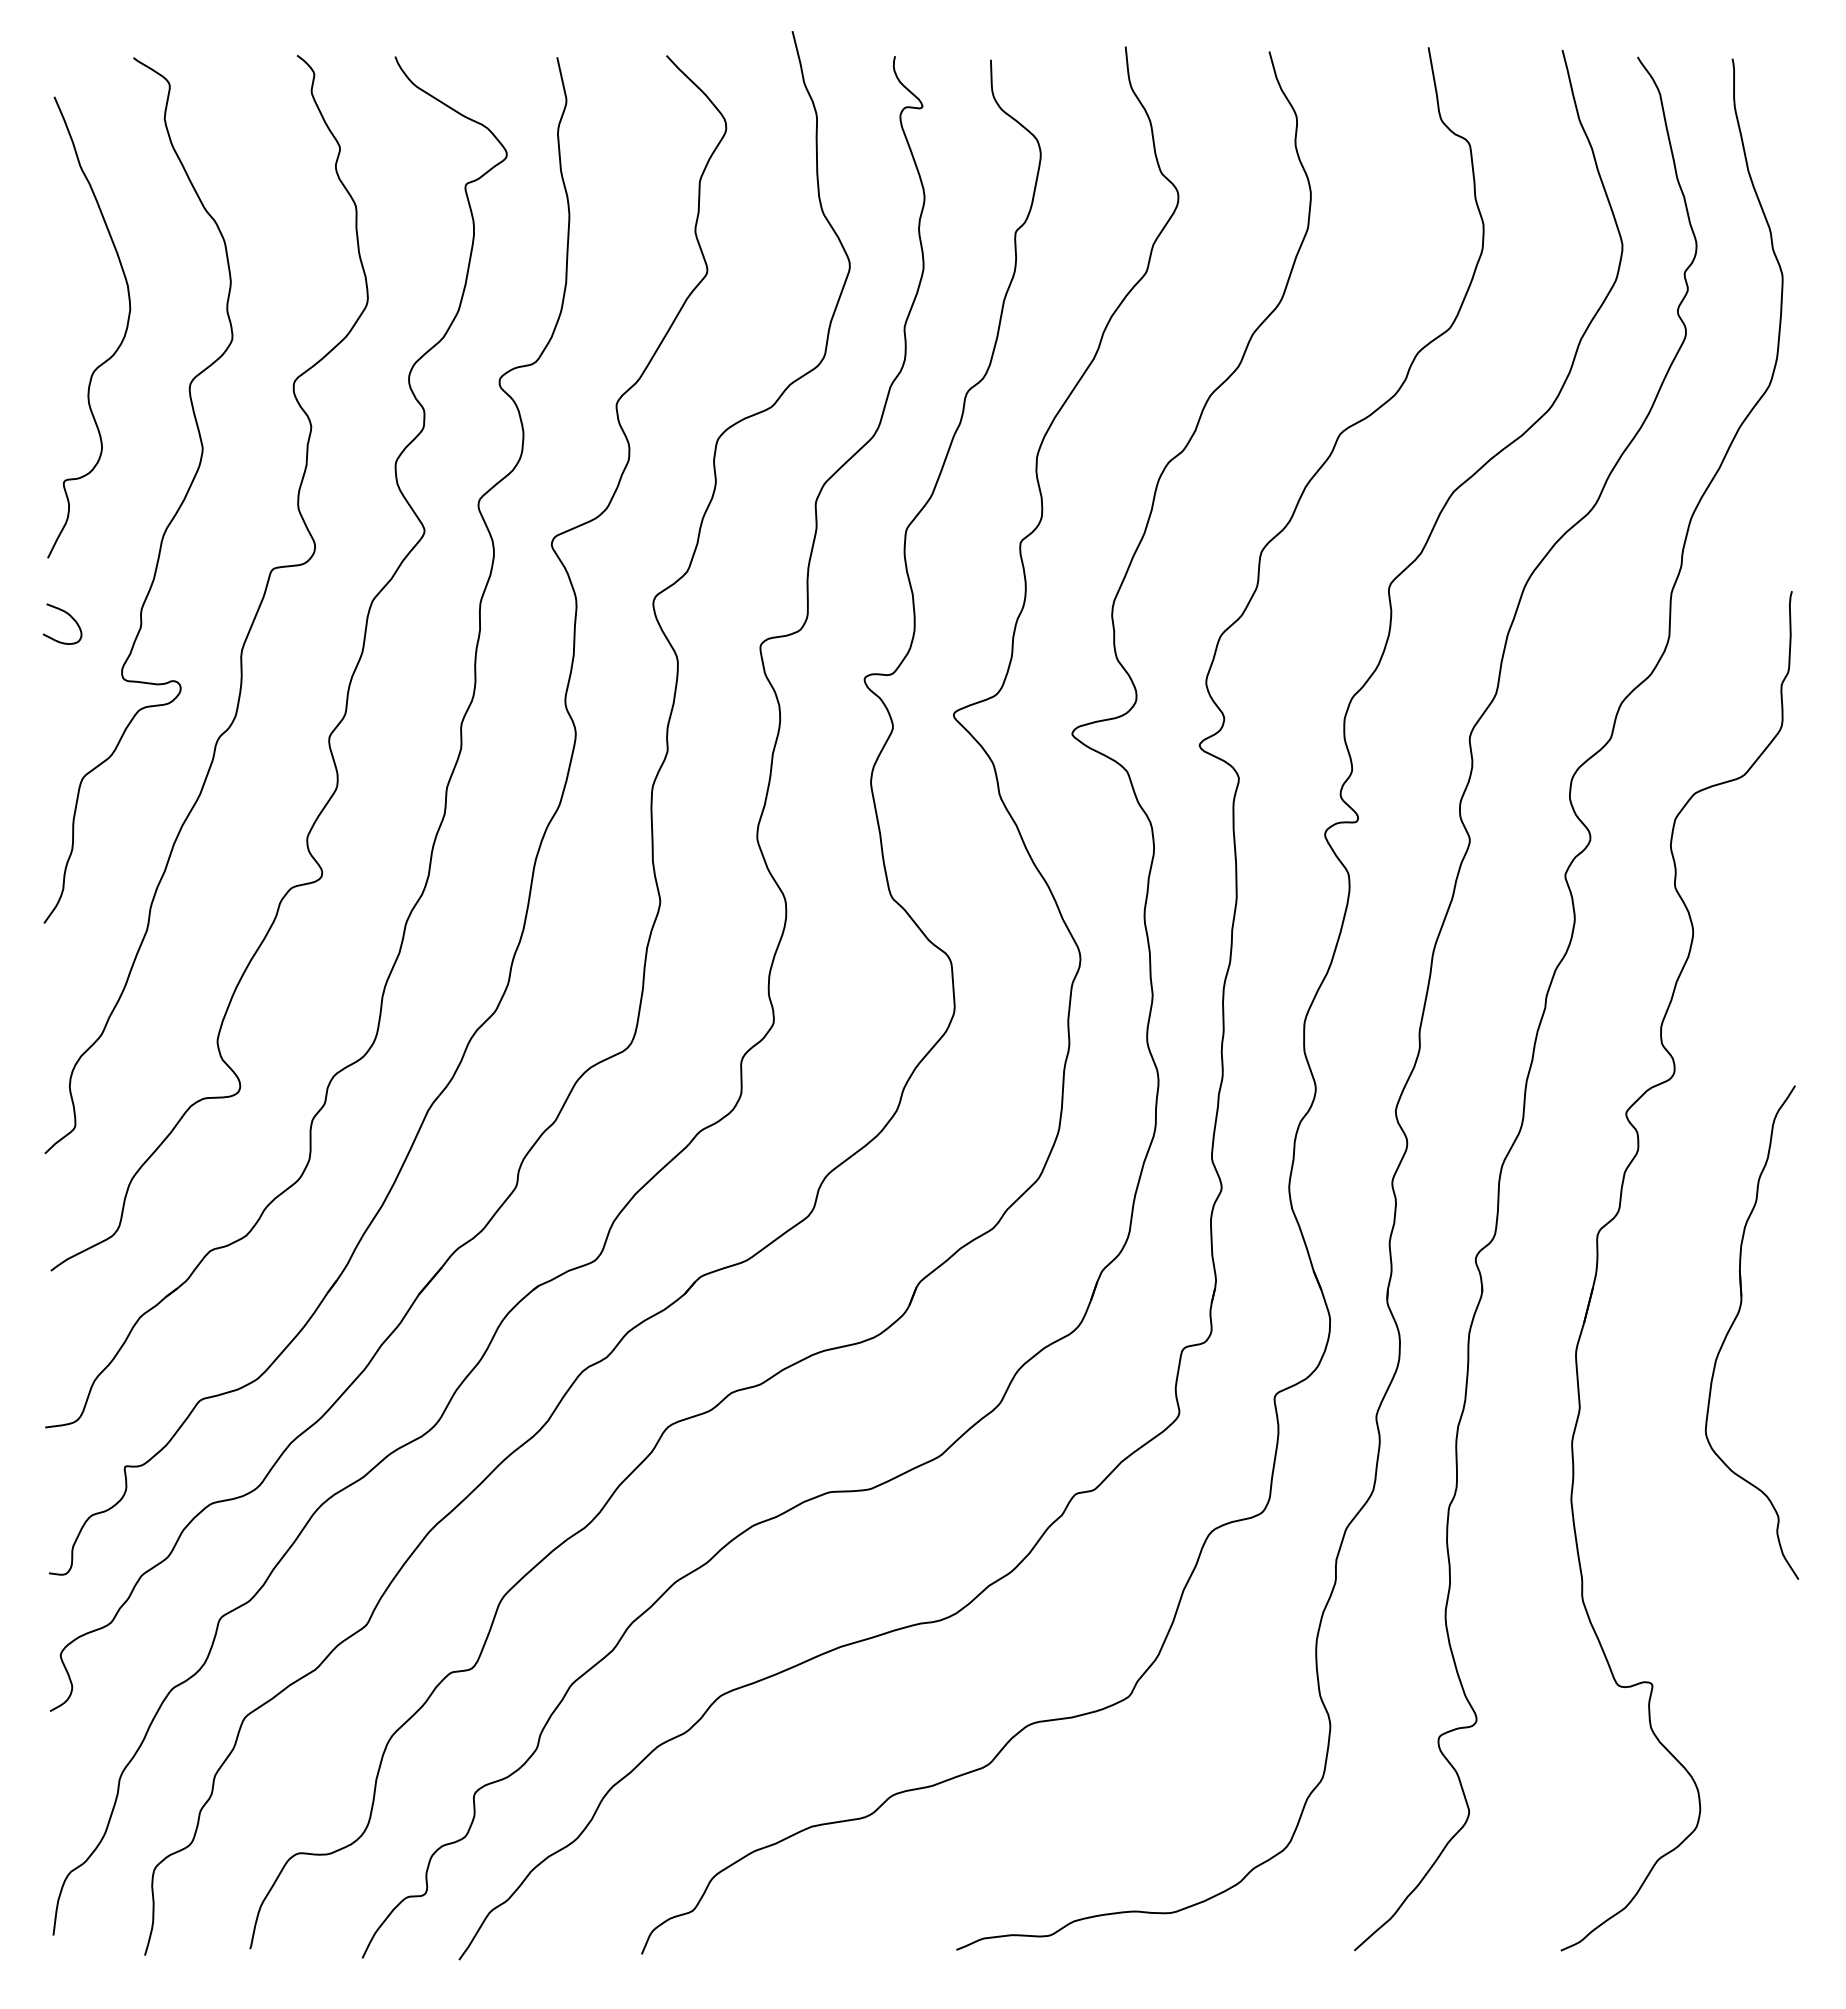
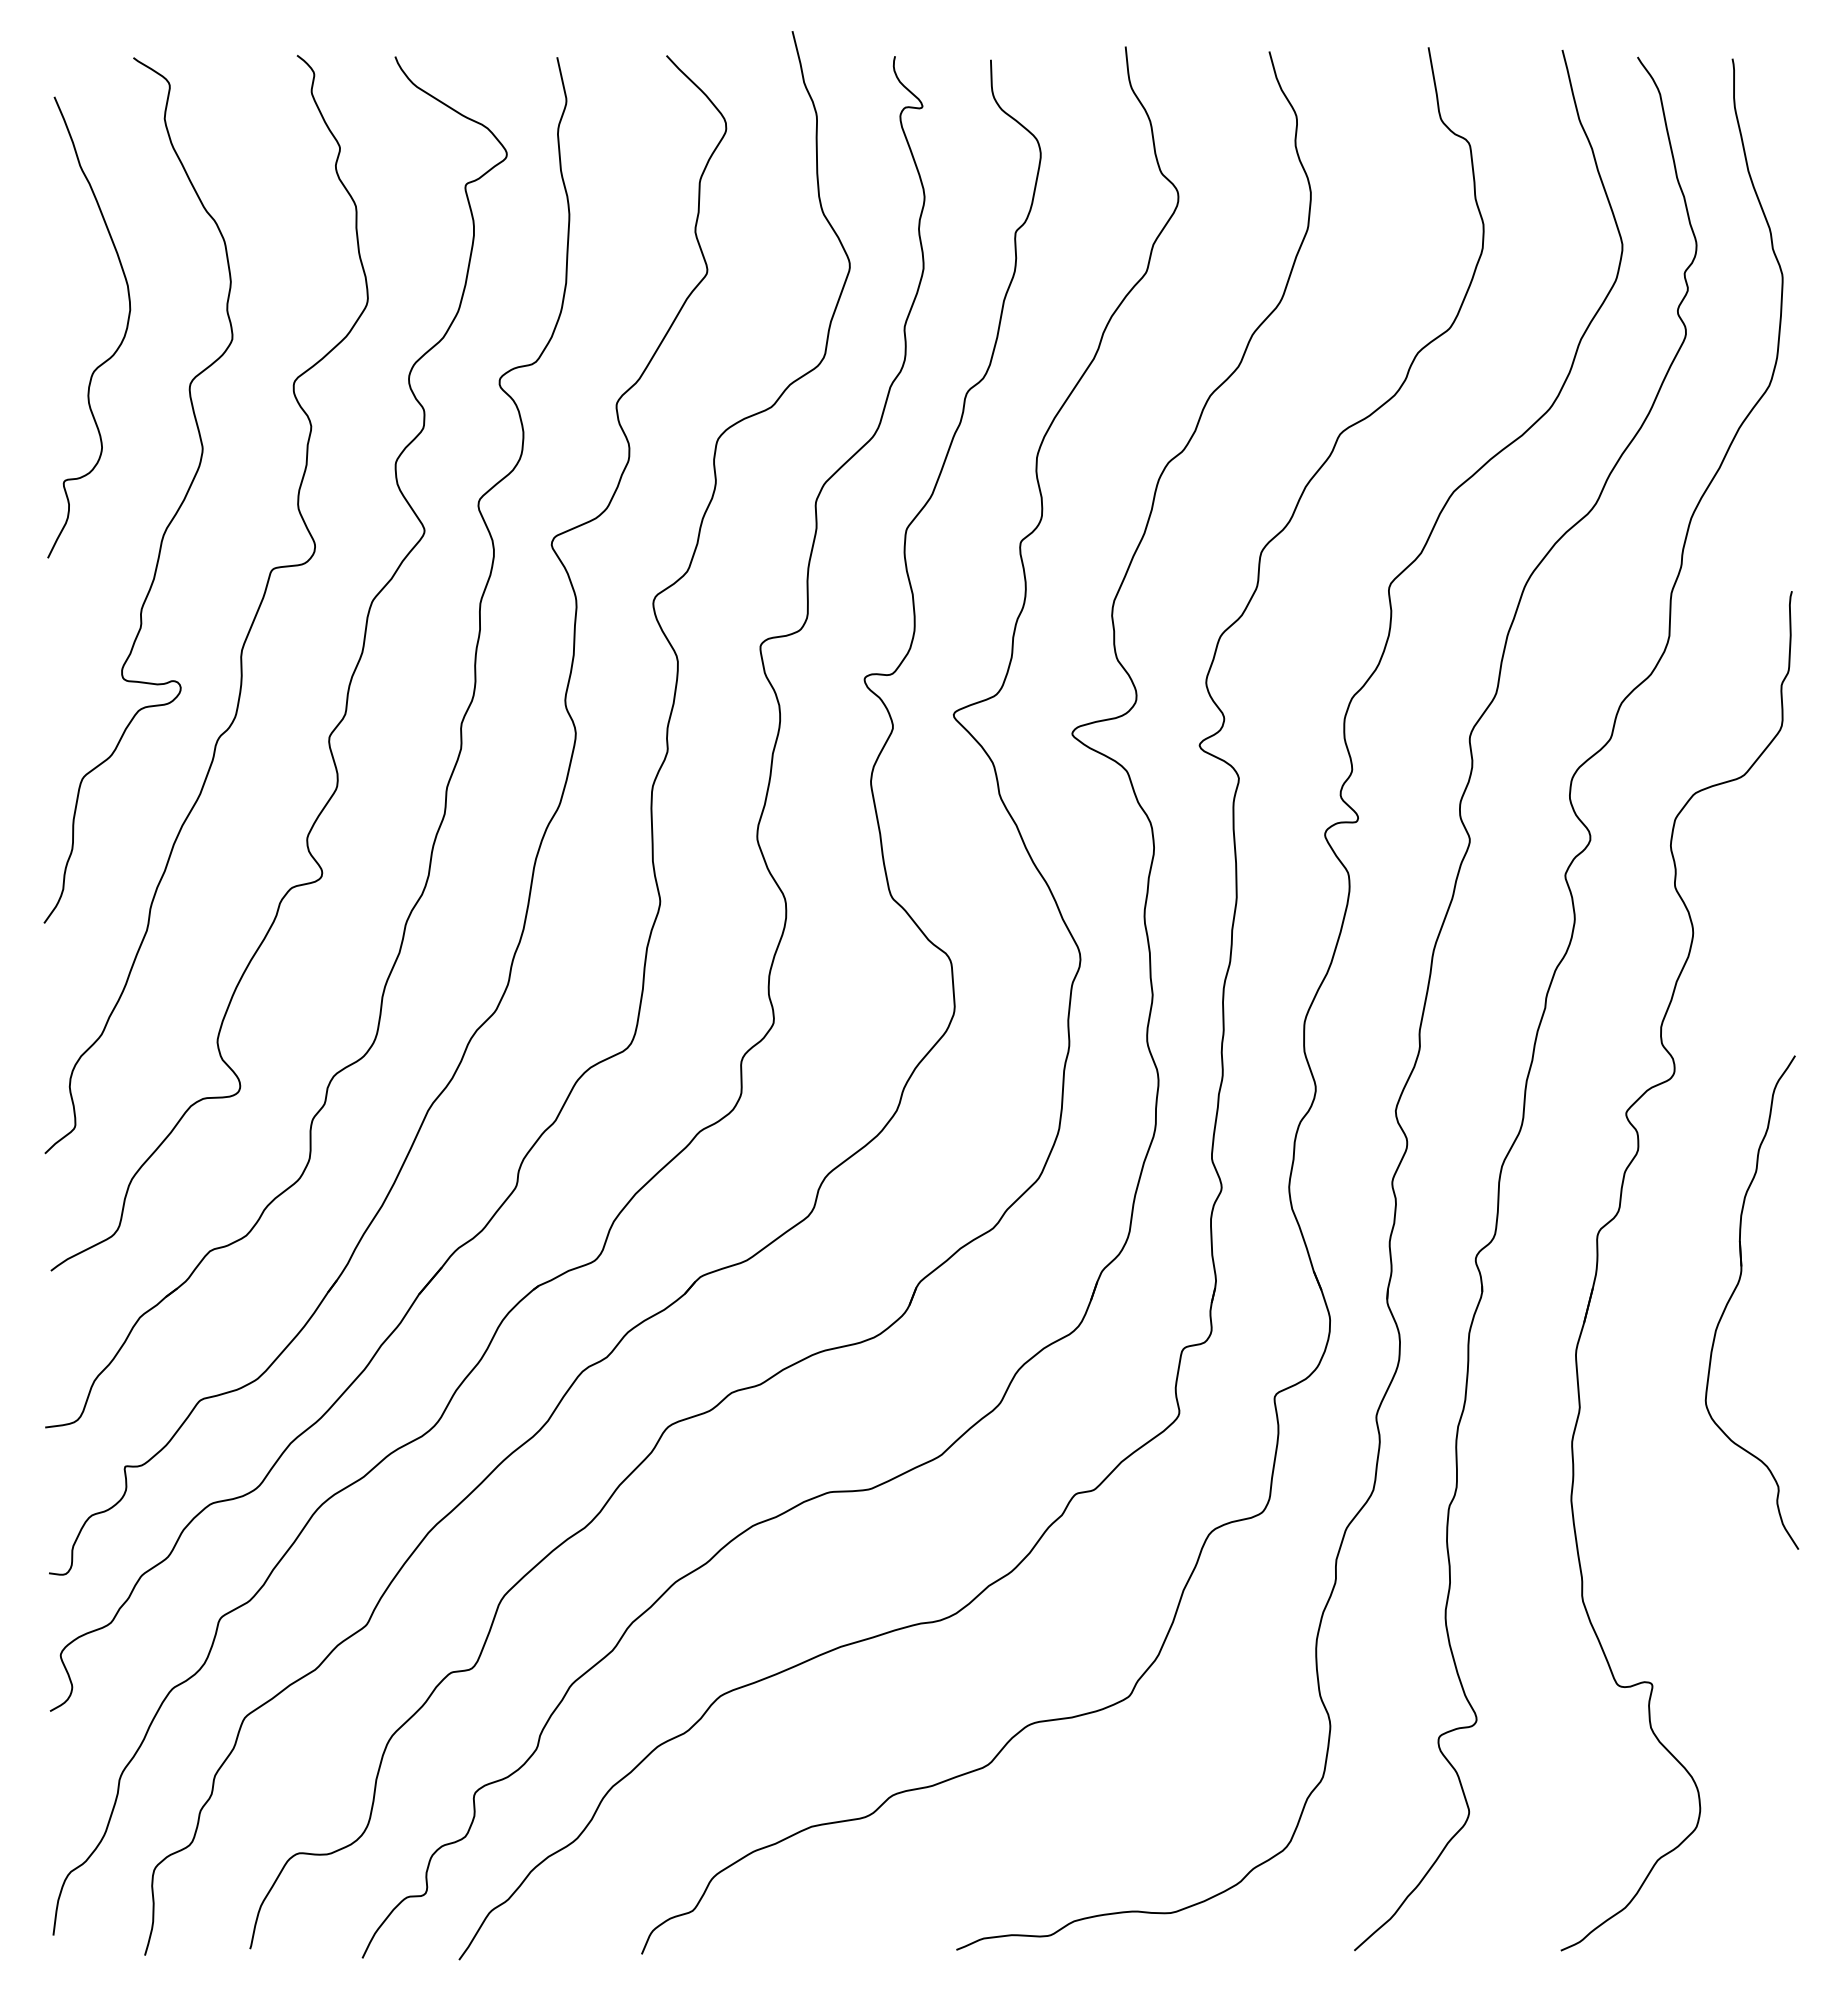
curve at (69, 616): present -> none
part at (1733, 1324) position: (1733, 1324) -> (1733, 1294)
